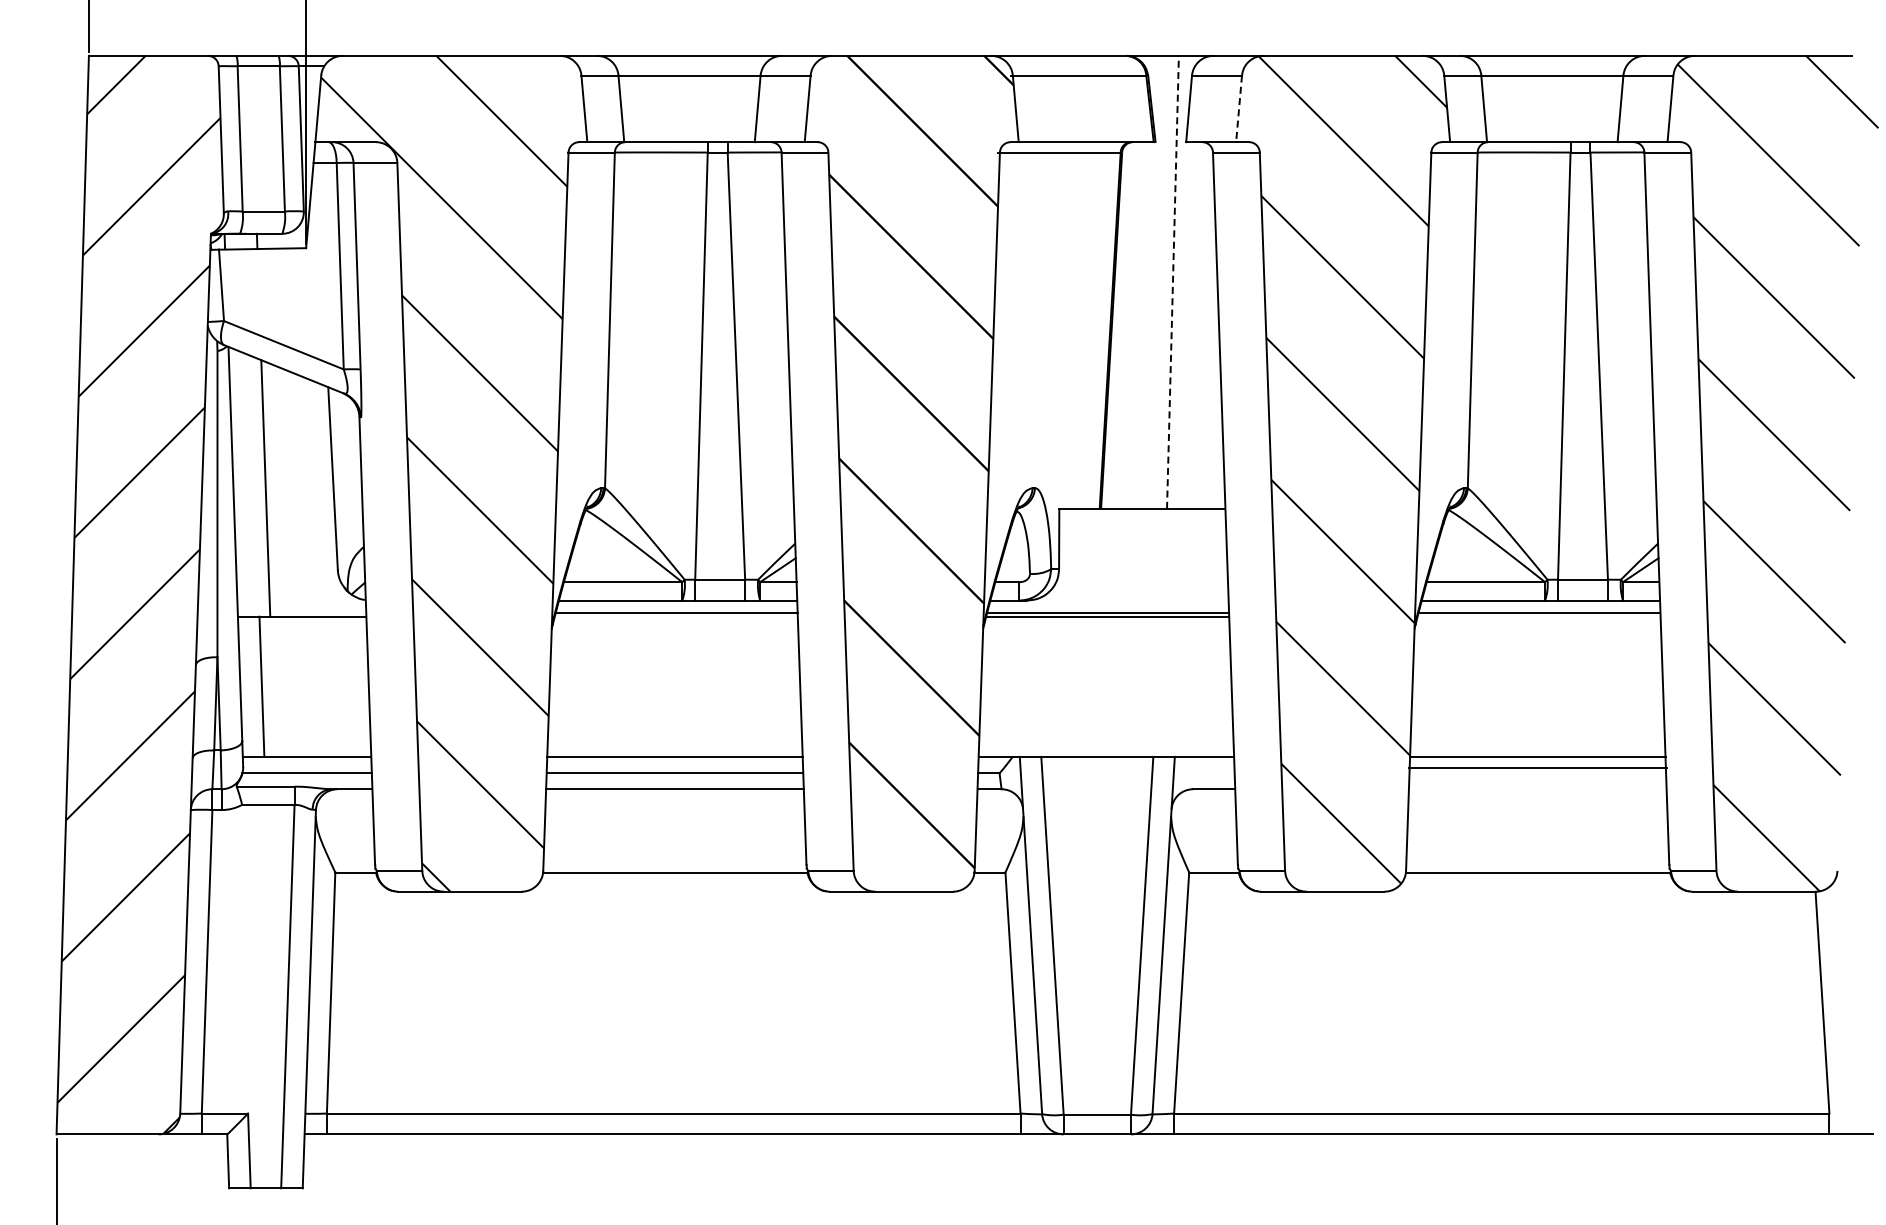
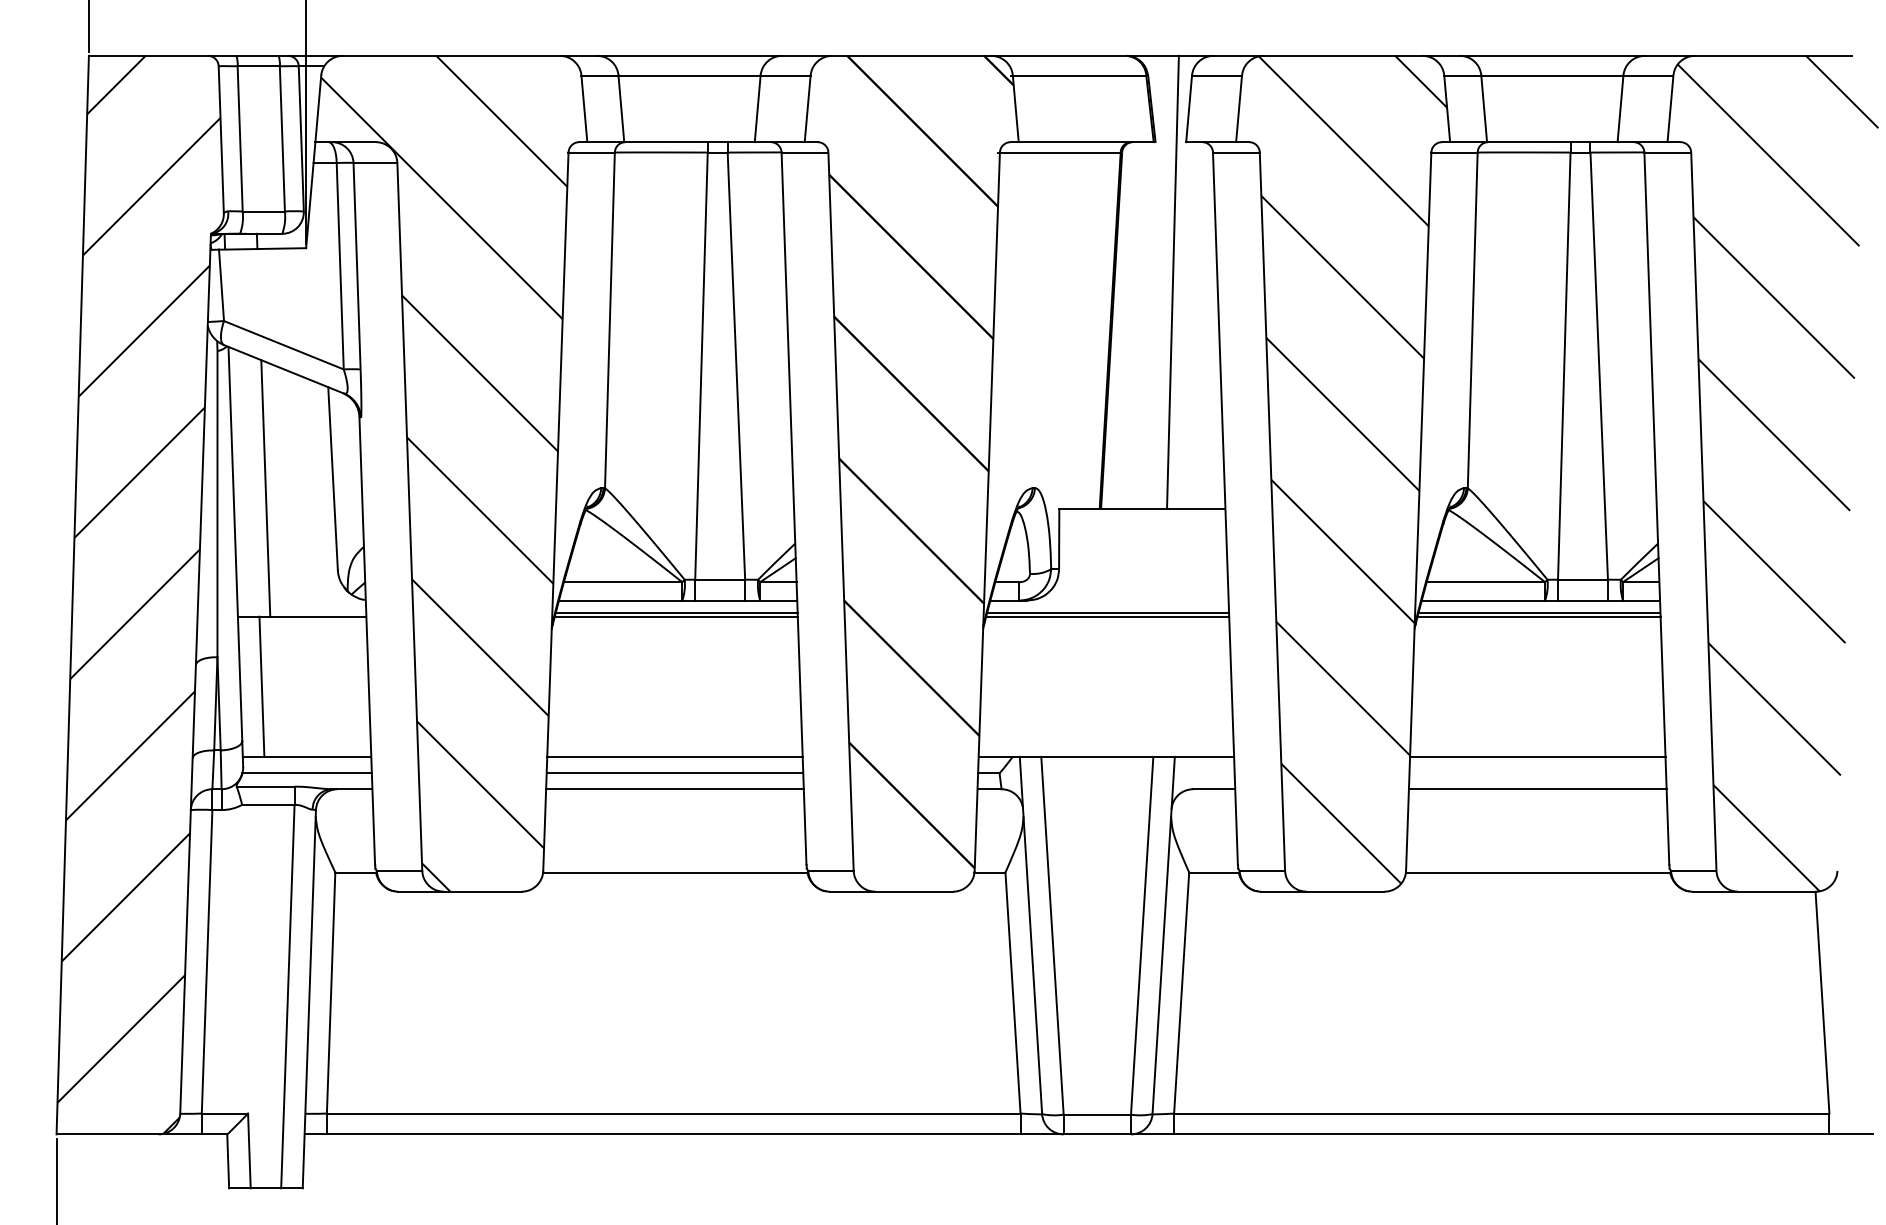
line at (1239, 108): dashed -> solid
line at (1172, 282): dashed -> solid
line at (675, 616): none -> present
line at (1538, 616): none -> present
line at (1537, 768) position: (1537, 768) -> (1537, 789)
